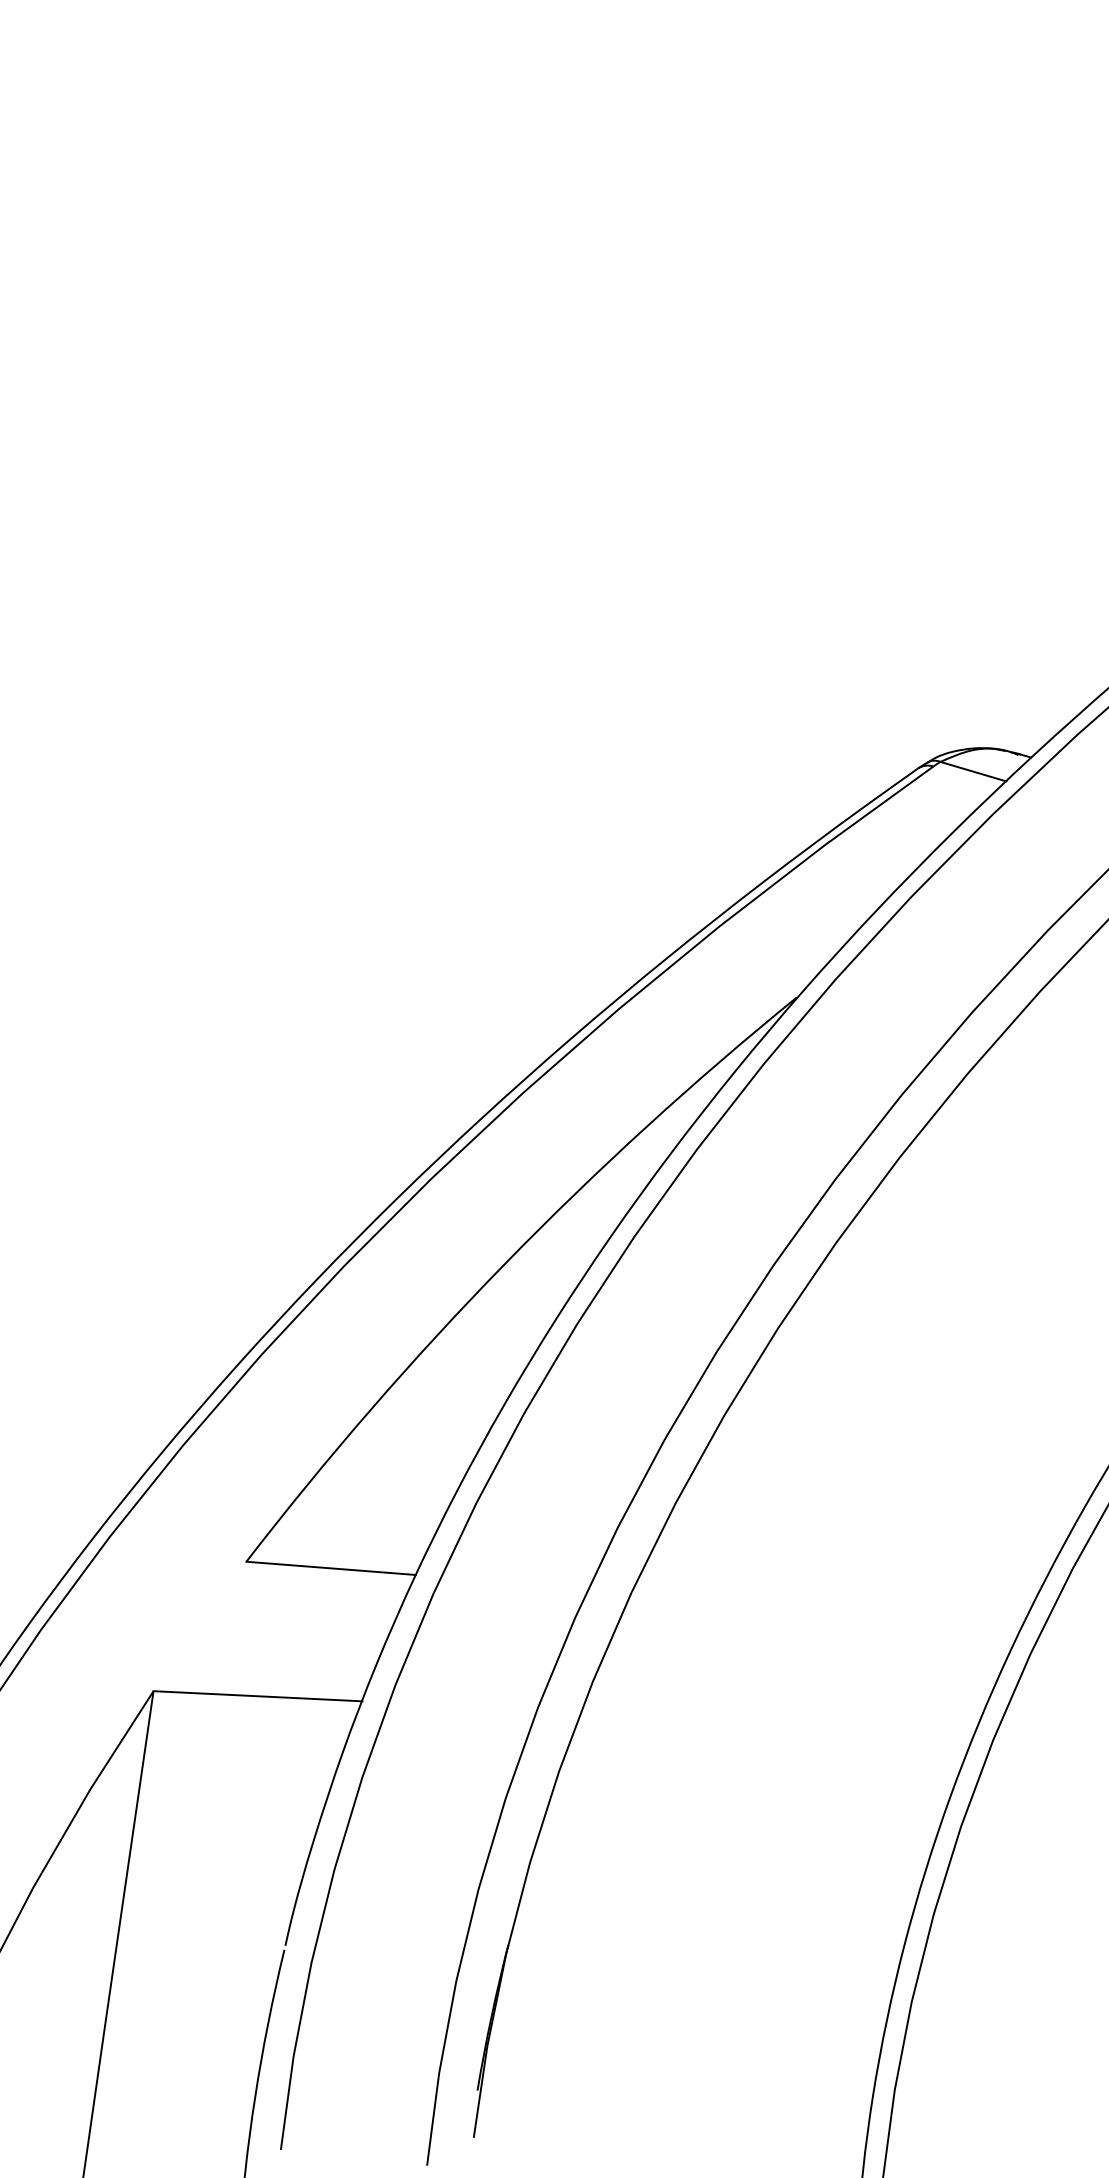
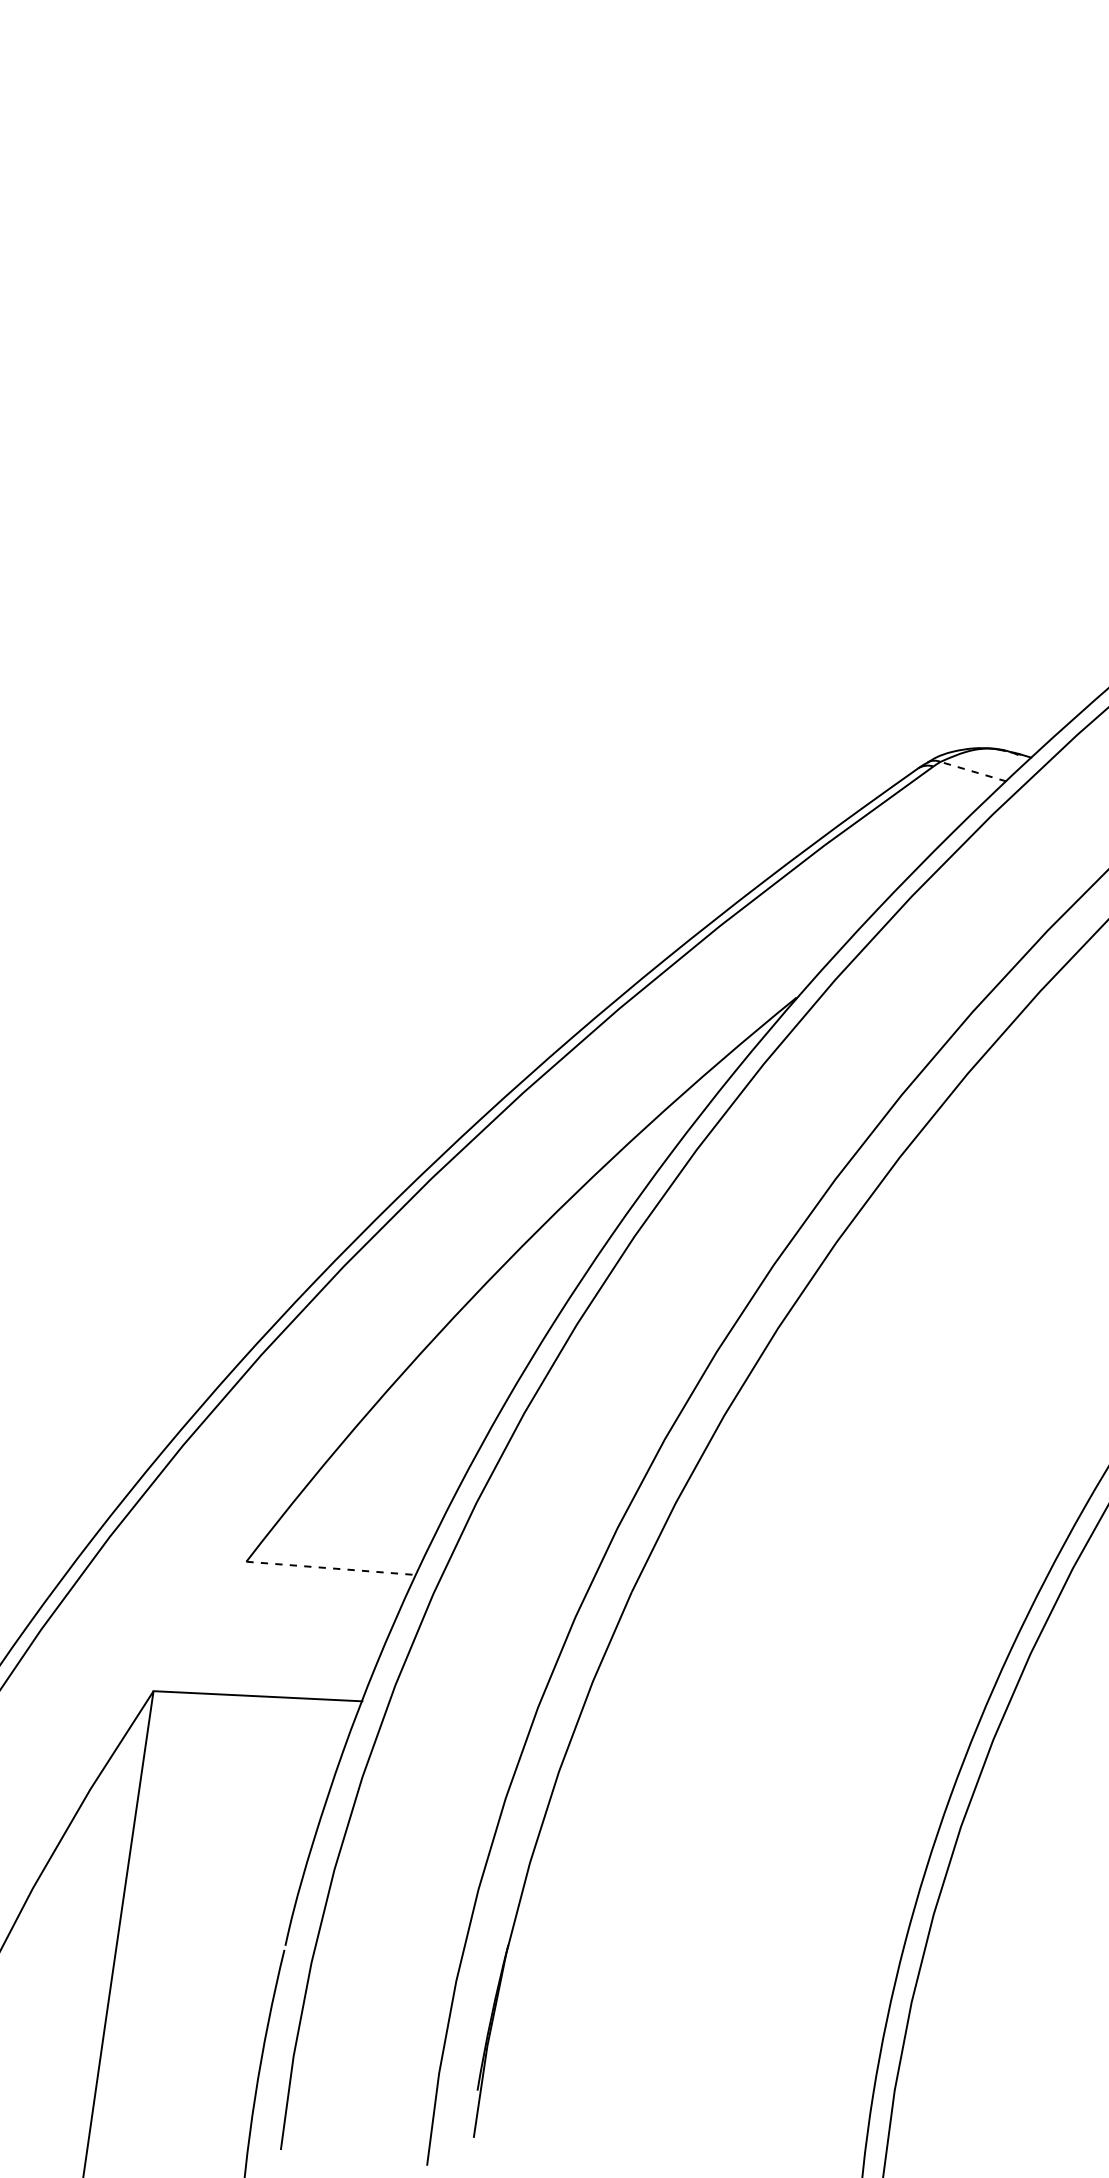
line at (972, 771): solid -> dashed
line at (331, 1568): solid -> dashed
